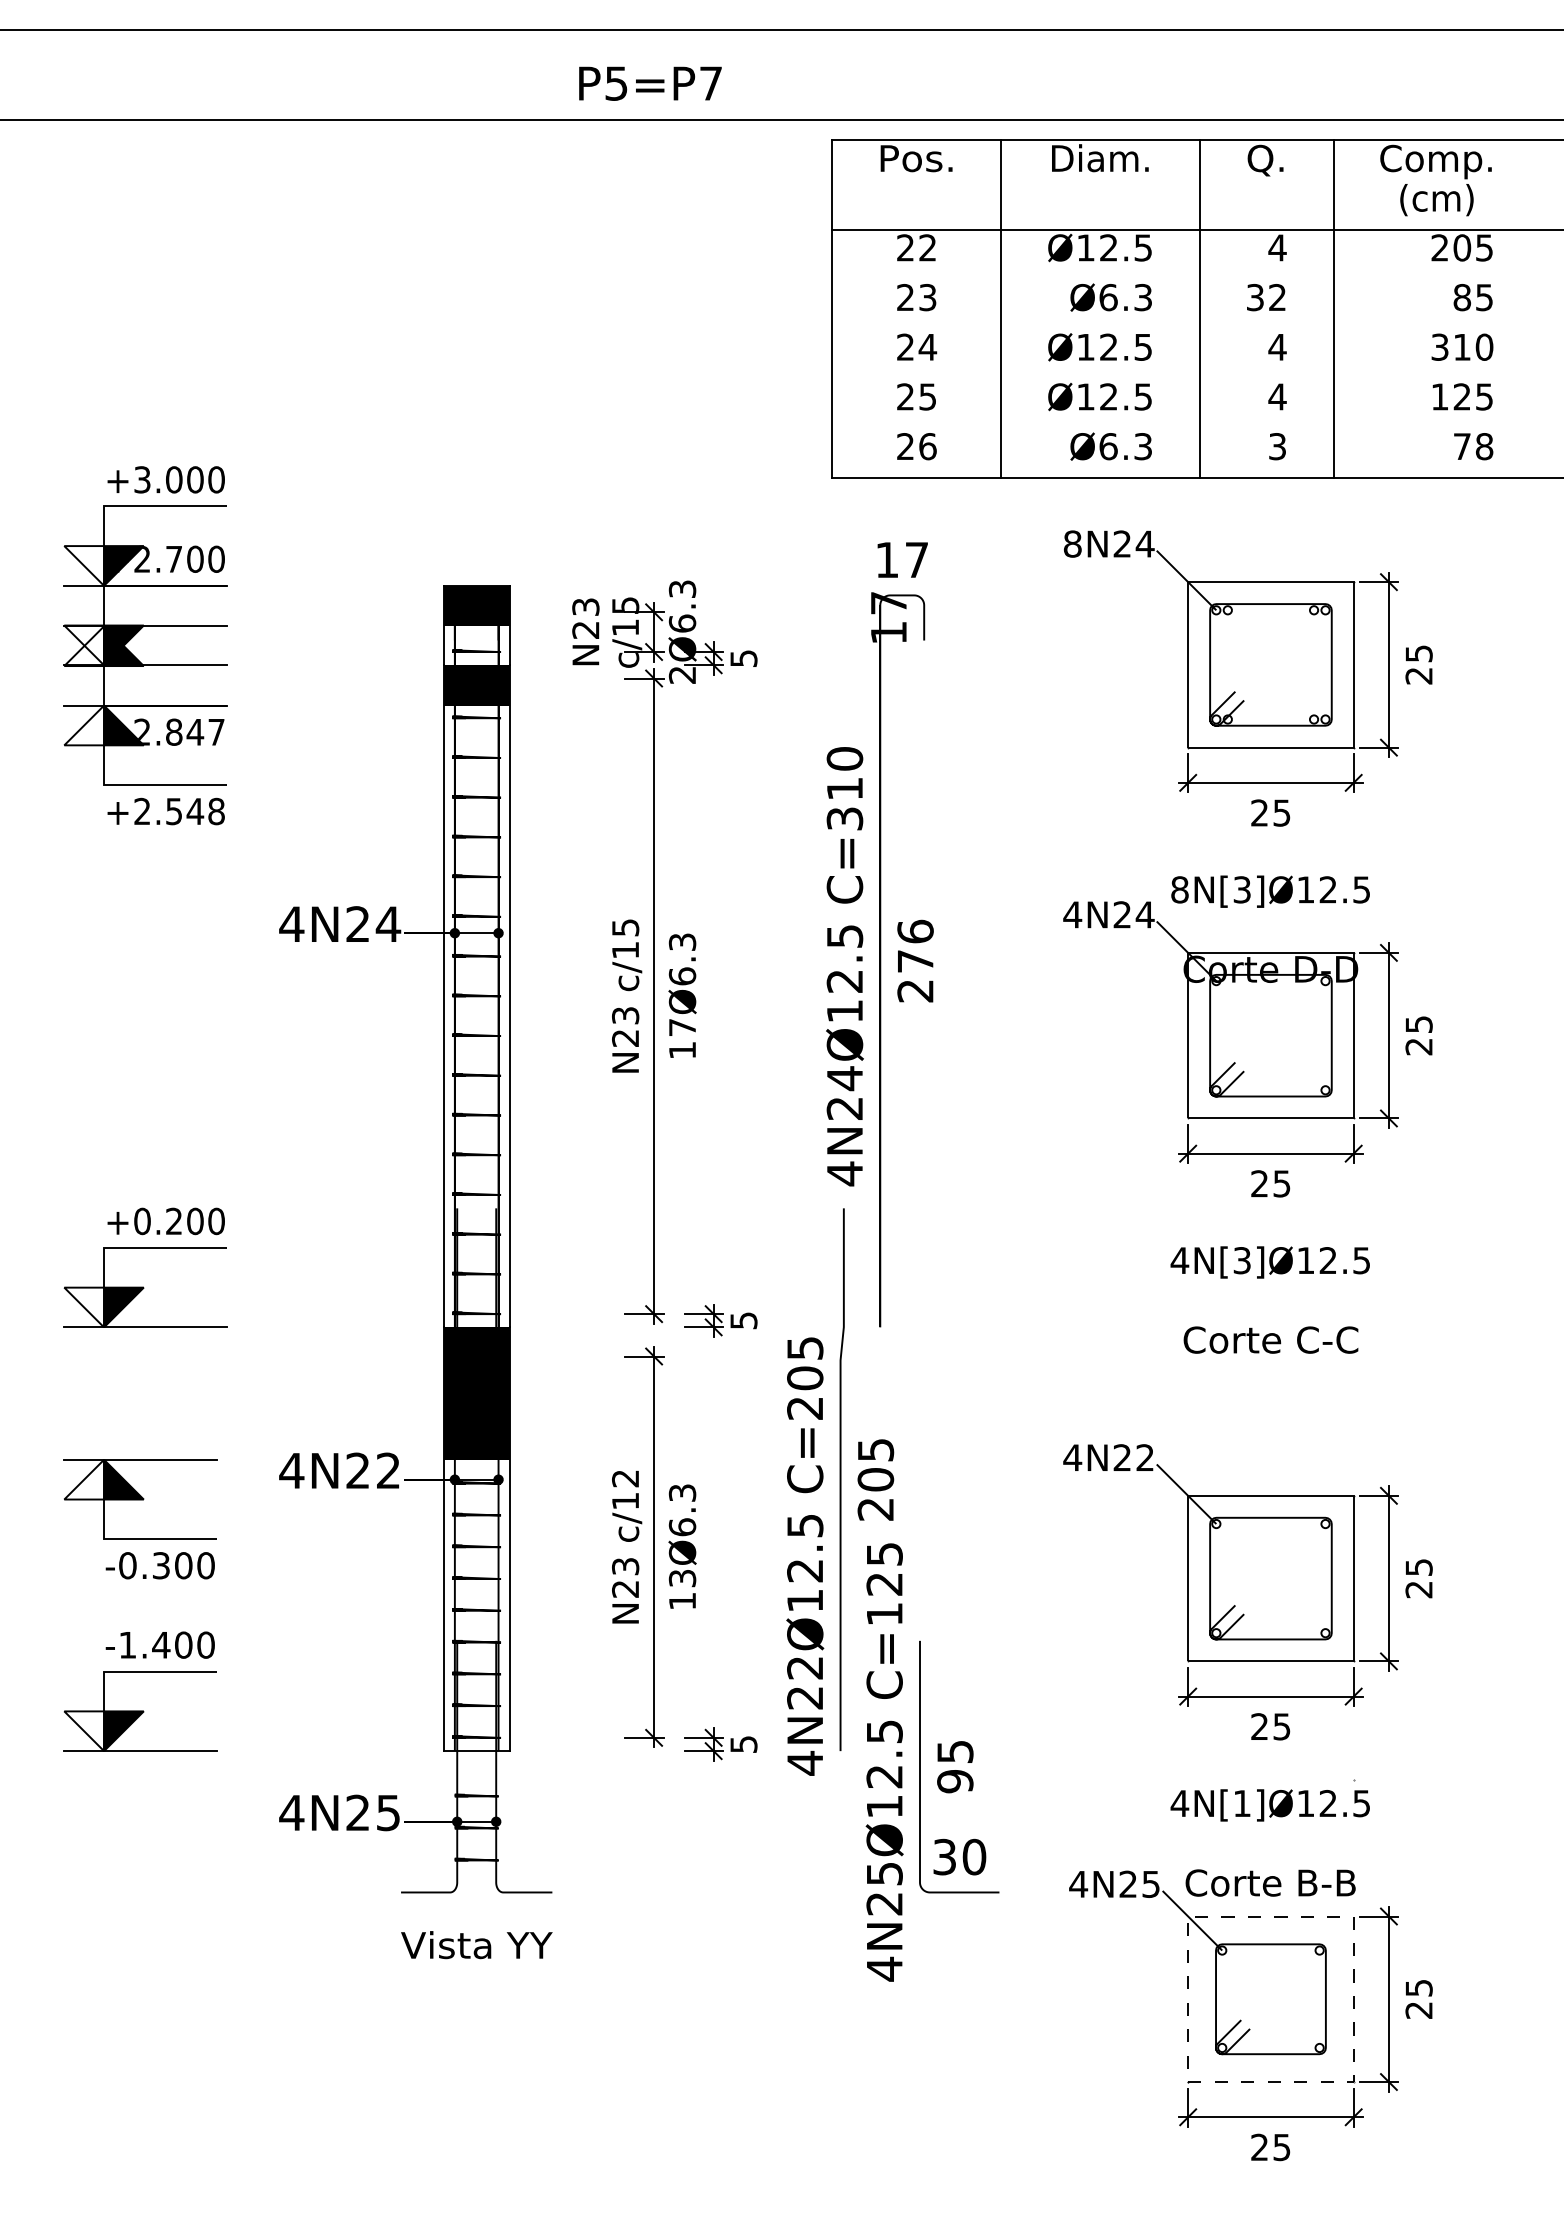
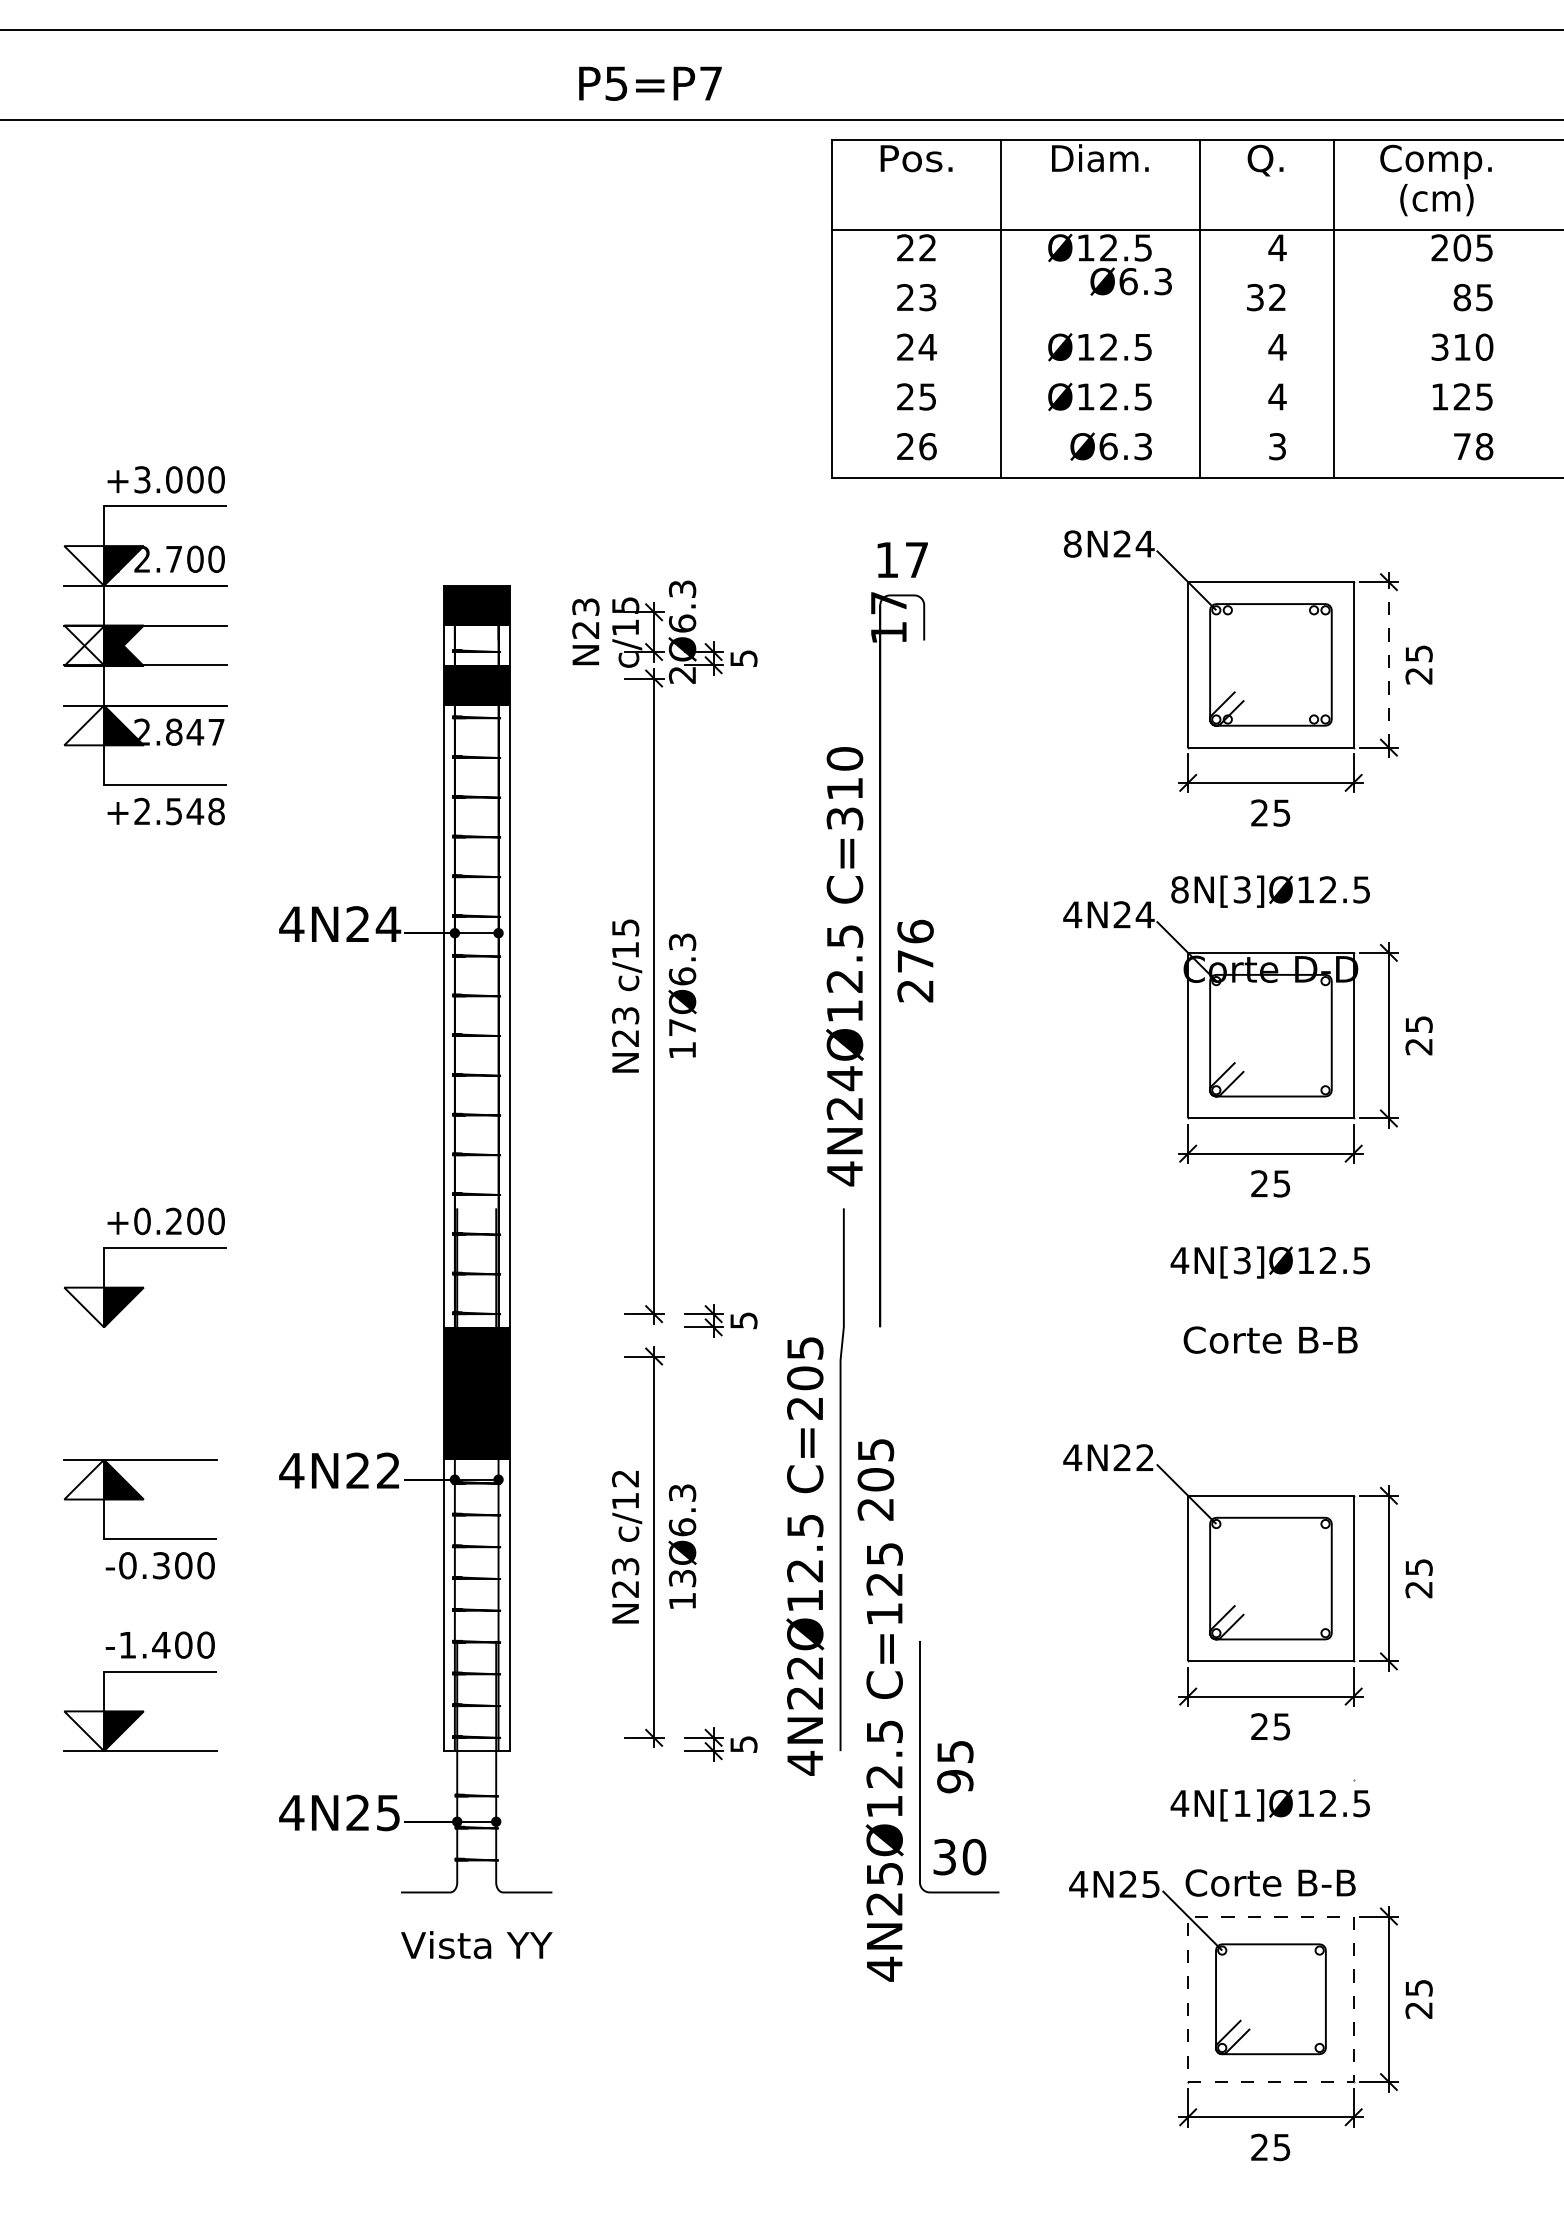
text at (1110, 297) position: (1110, 297) -> (1130, 281)
line at (1388, 664): solid -> dashed
line at (145, 1327): present -> none
text at (1281, 1339): Corte C-C -> Corte B-B
